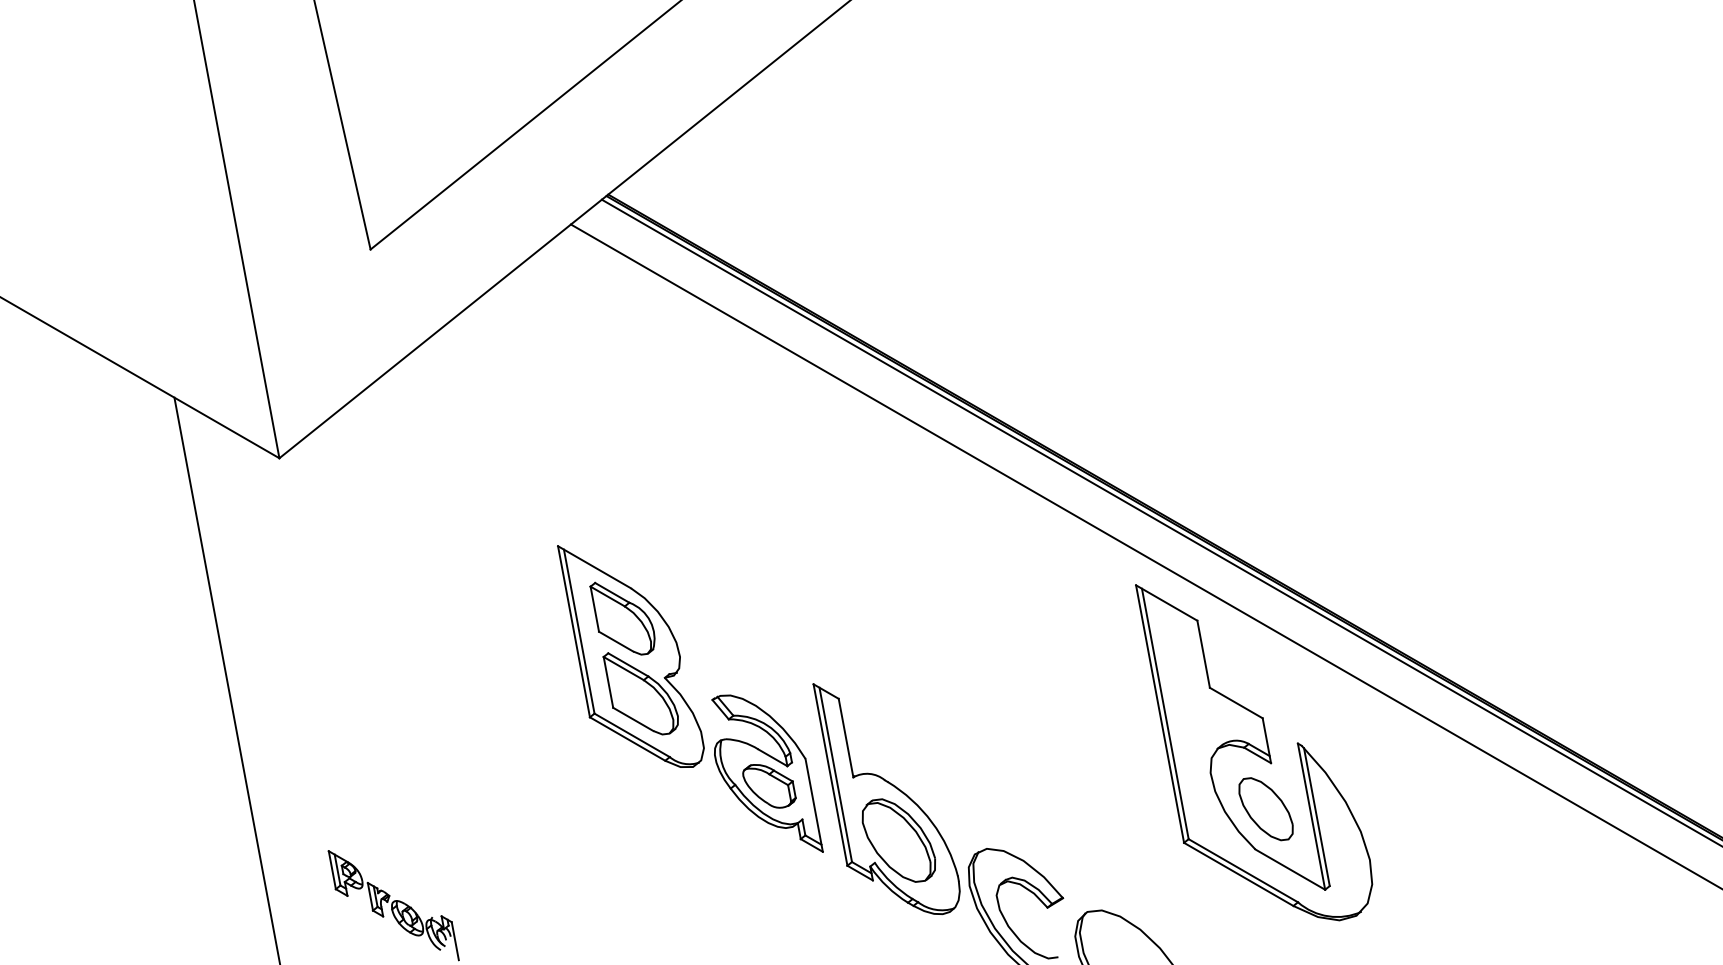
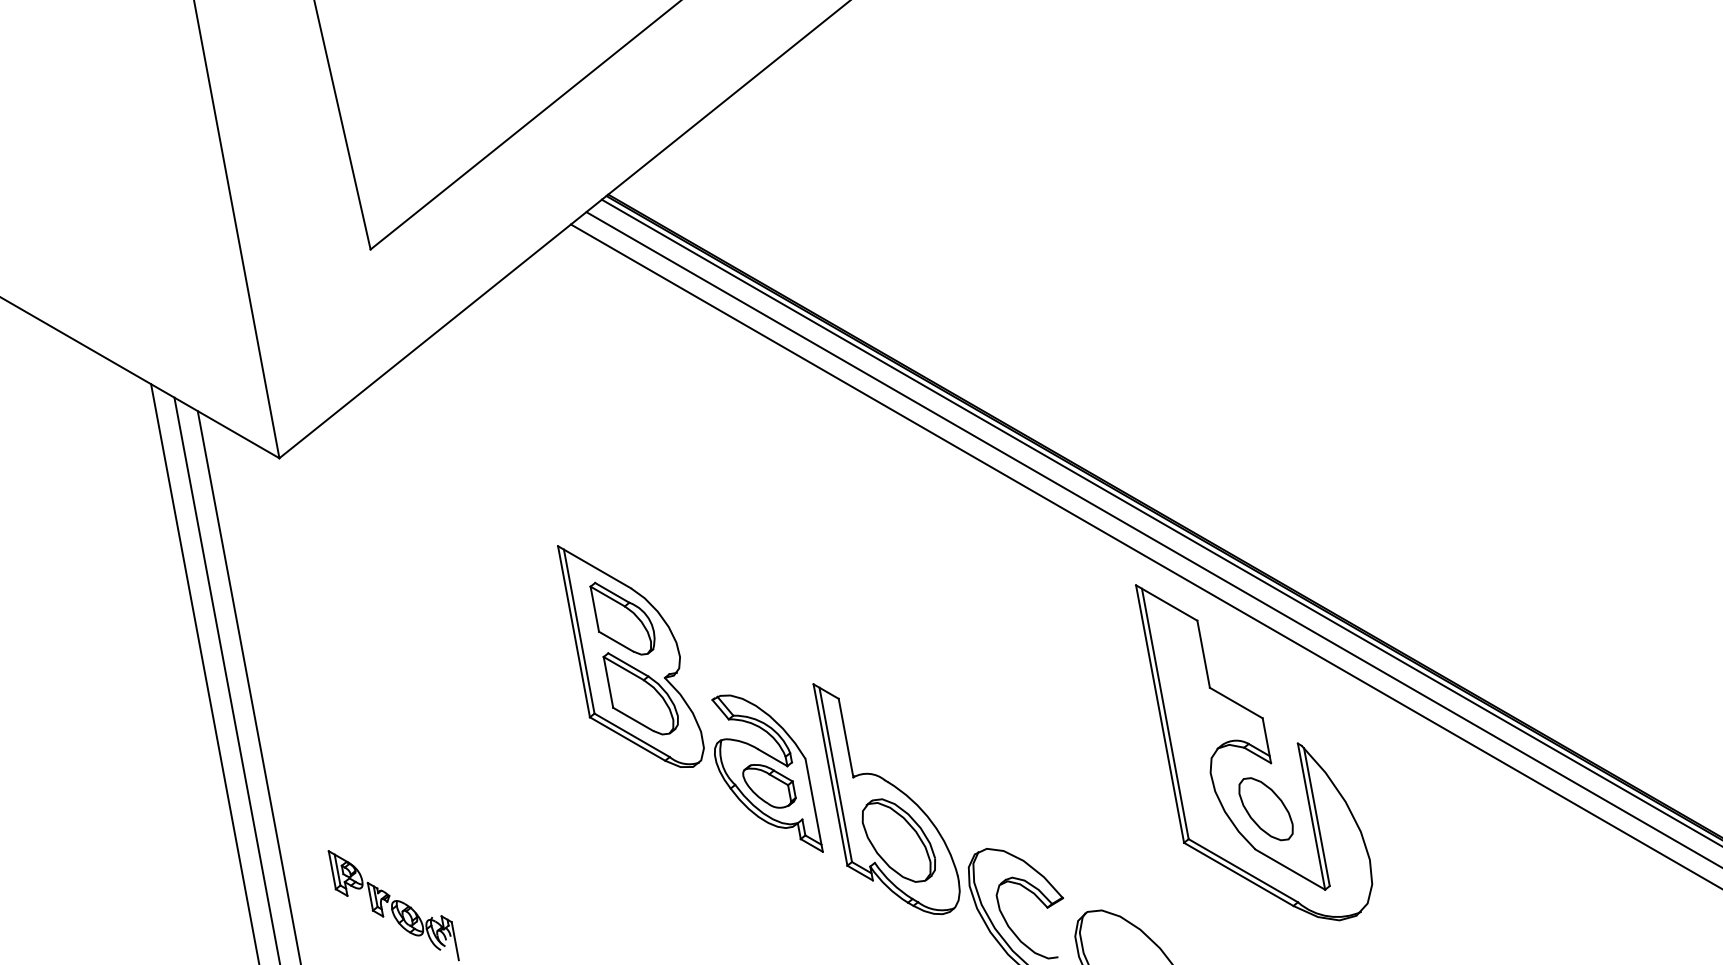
line at (1152, 539): none -> present
line at (204, 672): none -> present
line at (248, 686): none -> present
